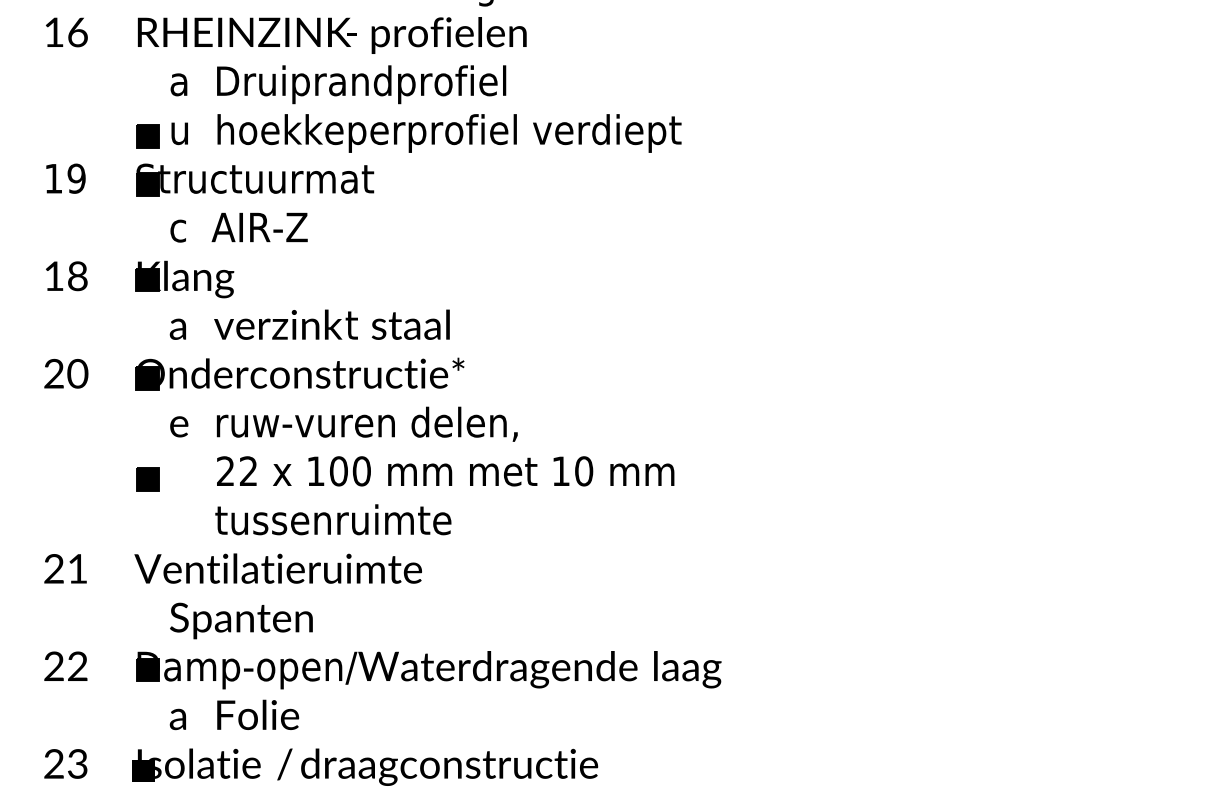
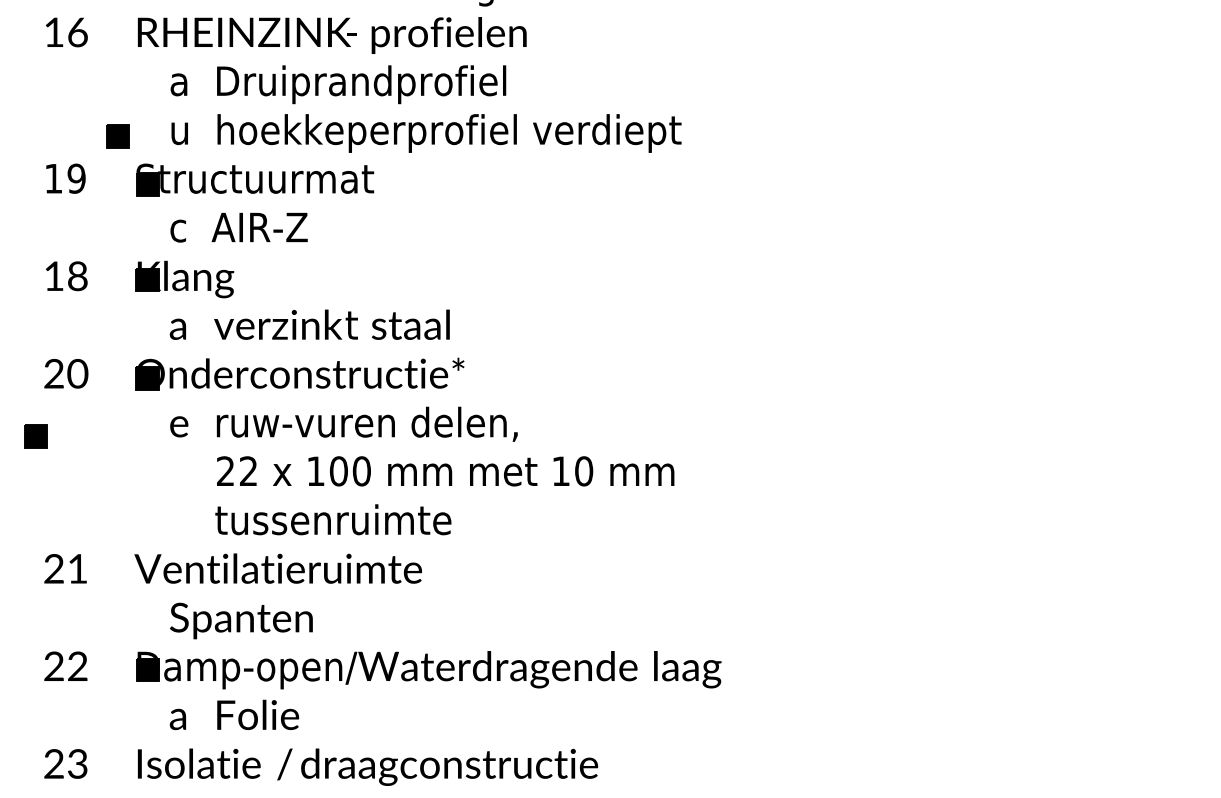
part at (147, 136) position: (147, 136) -> (117, 136)
part at (147, 479) position: (147, 479) -> (35, 436)
fill at (142, 770): present -> none
